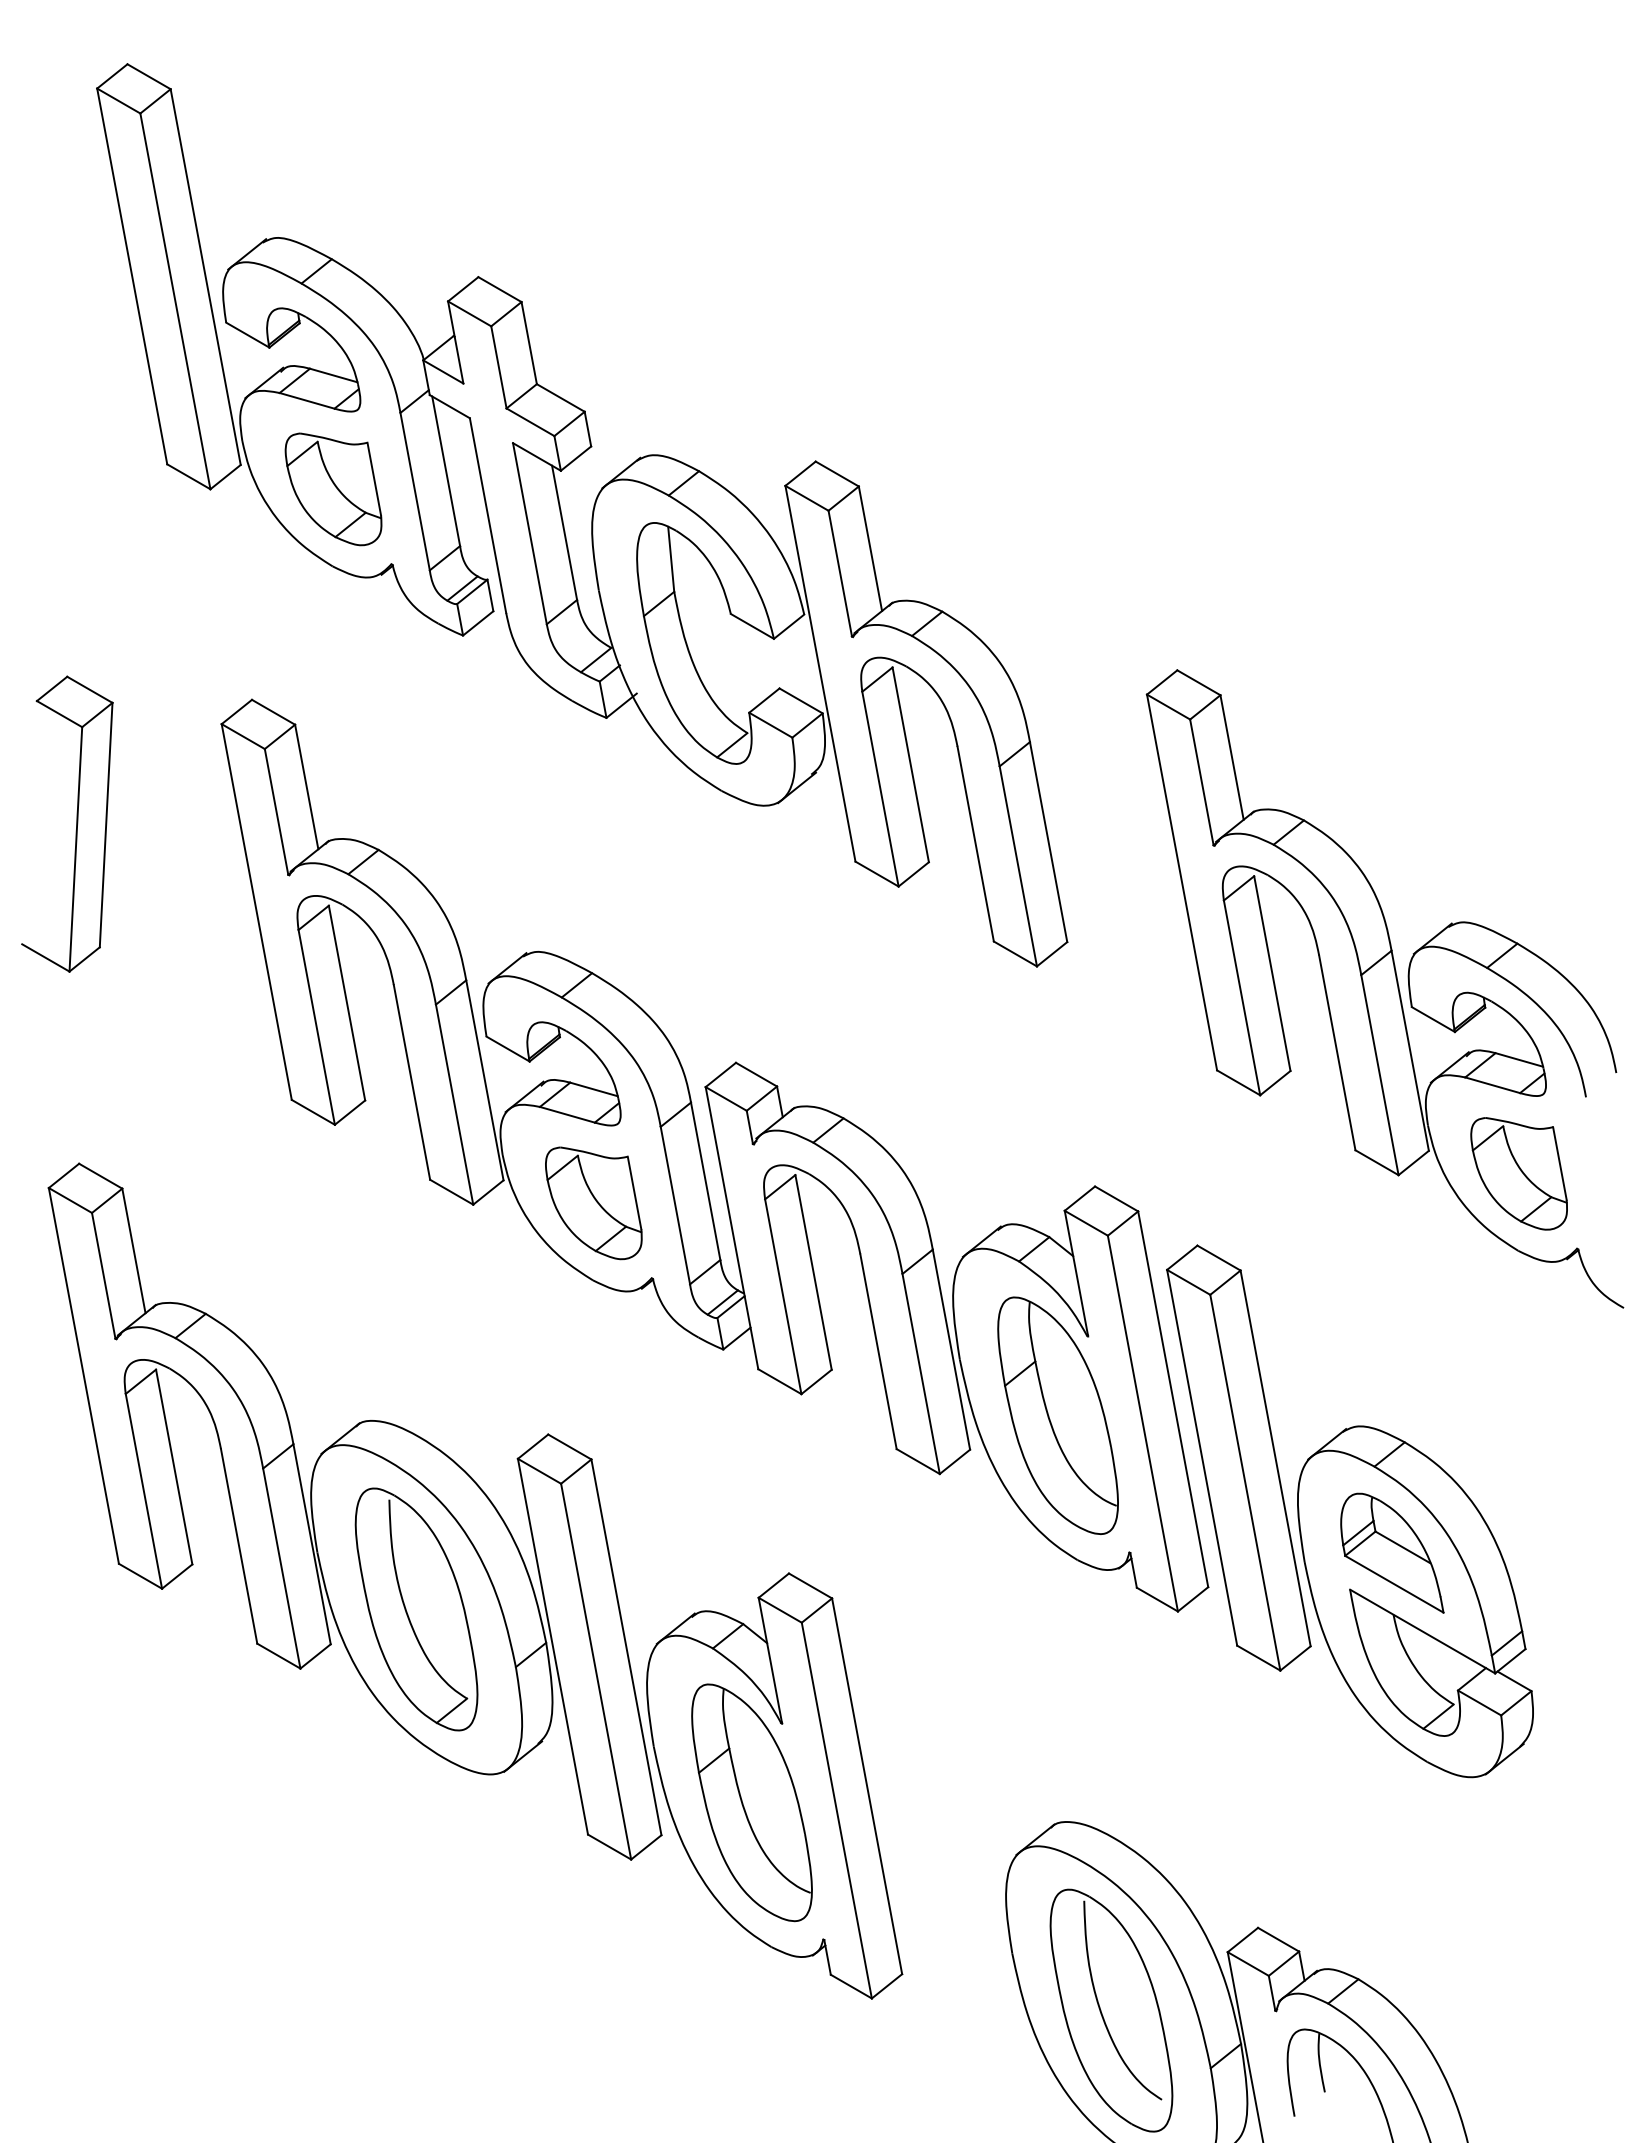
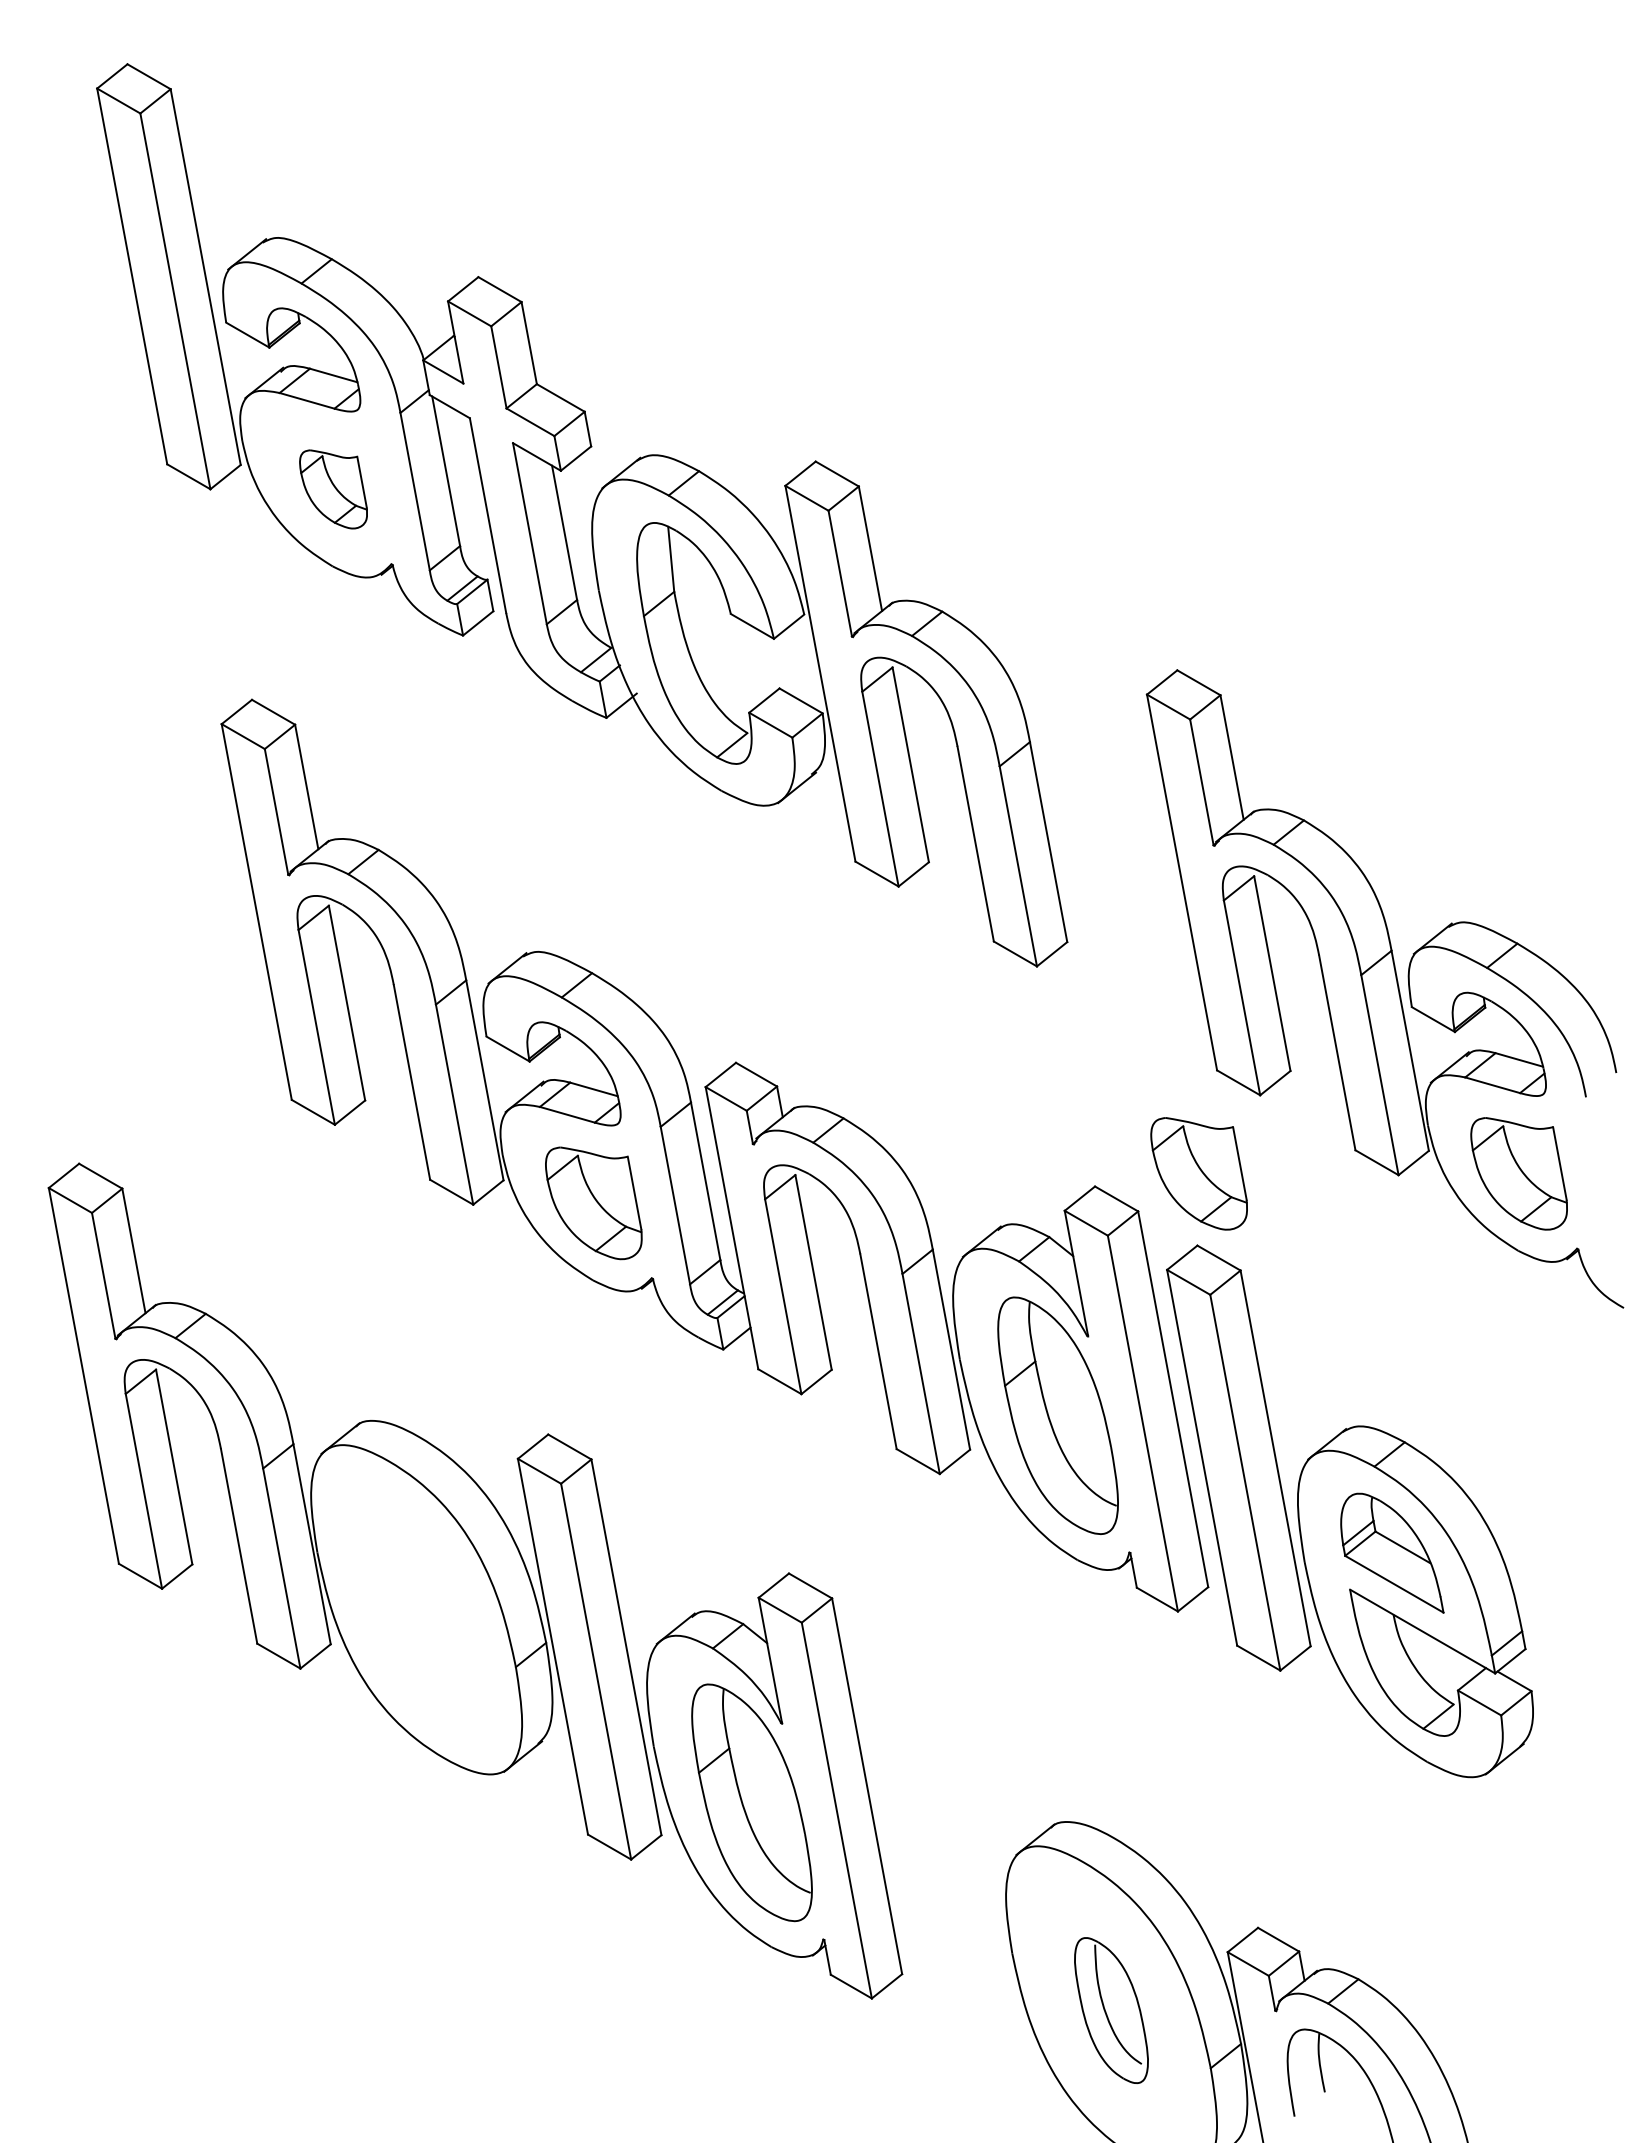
part at (333, 489) size: 99x115 px -> 69x81 px
part at (76, 823): present -> none
part at (1198, 1173): none -> present
part at (416, 1609): present -> none
part at (1111, 2010) size: 125x245 px -> 75x147 px
